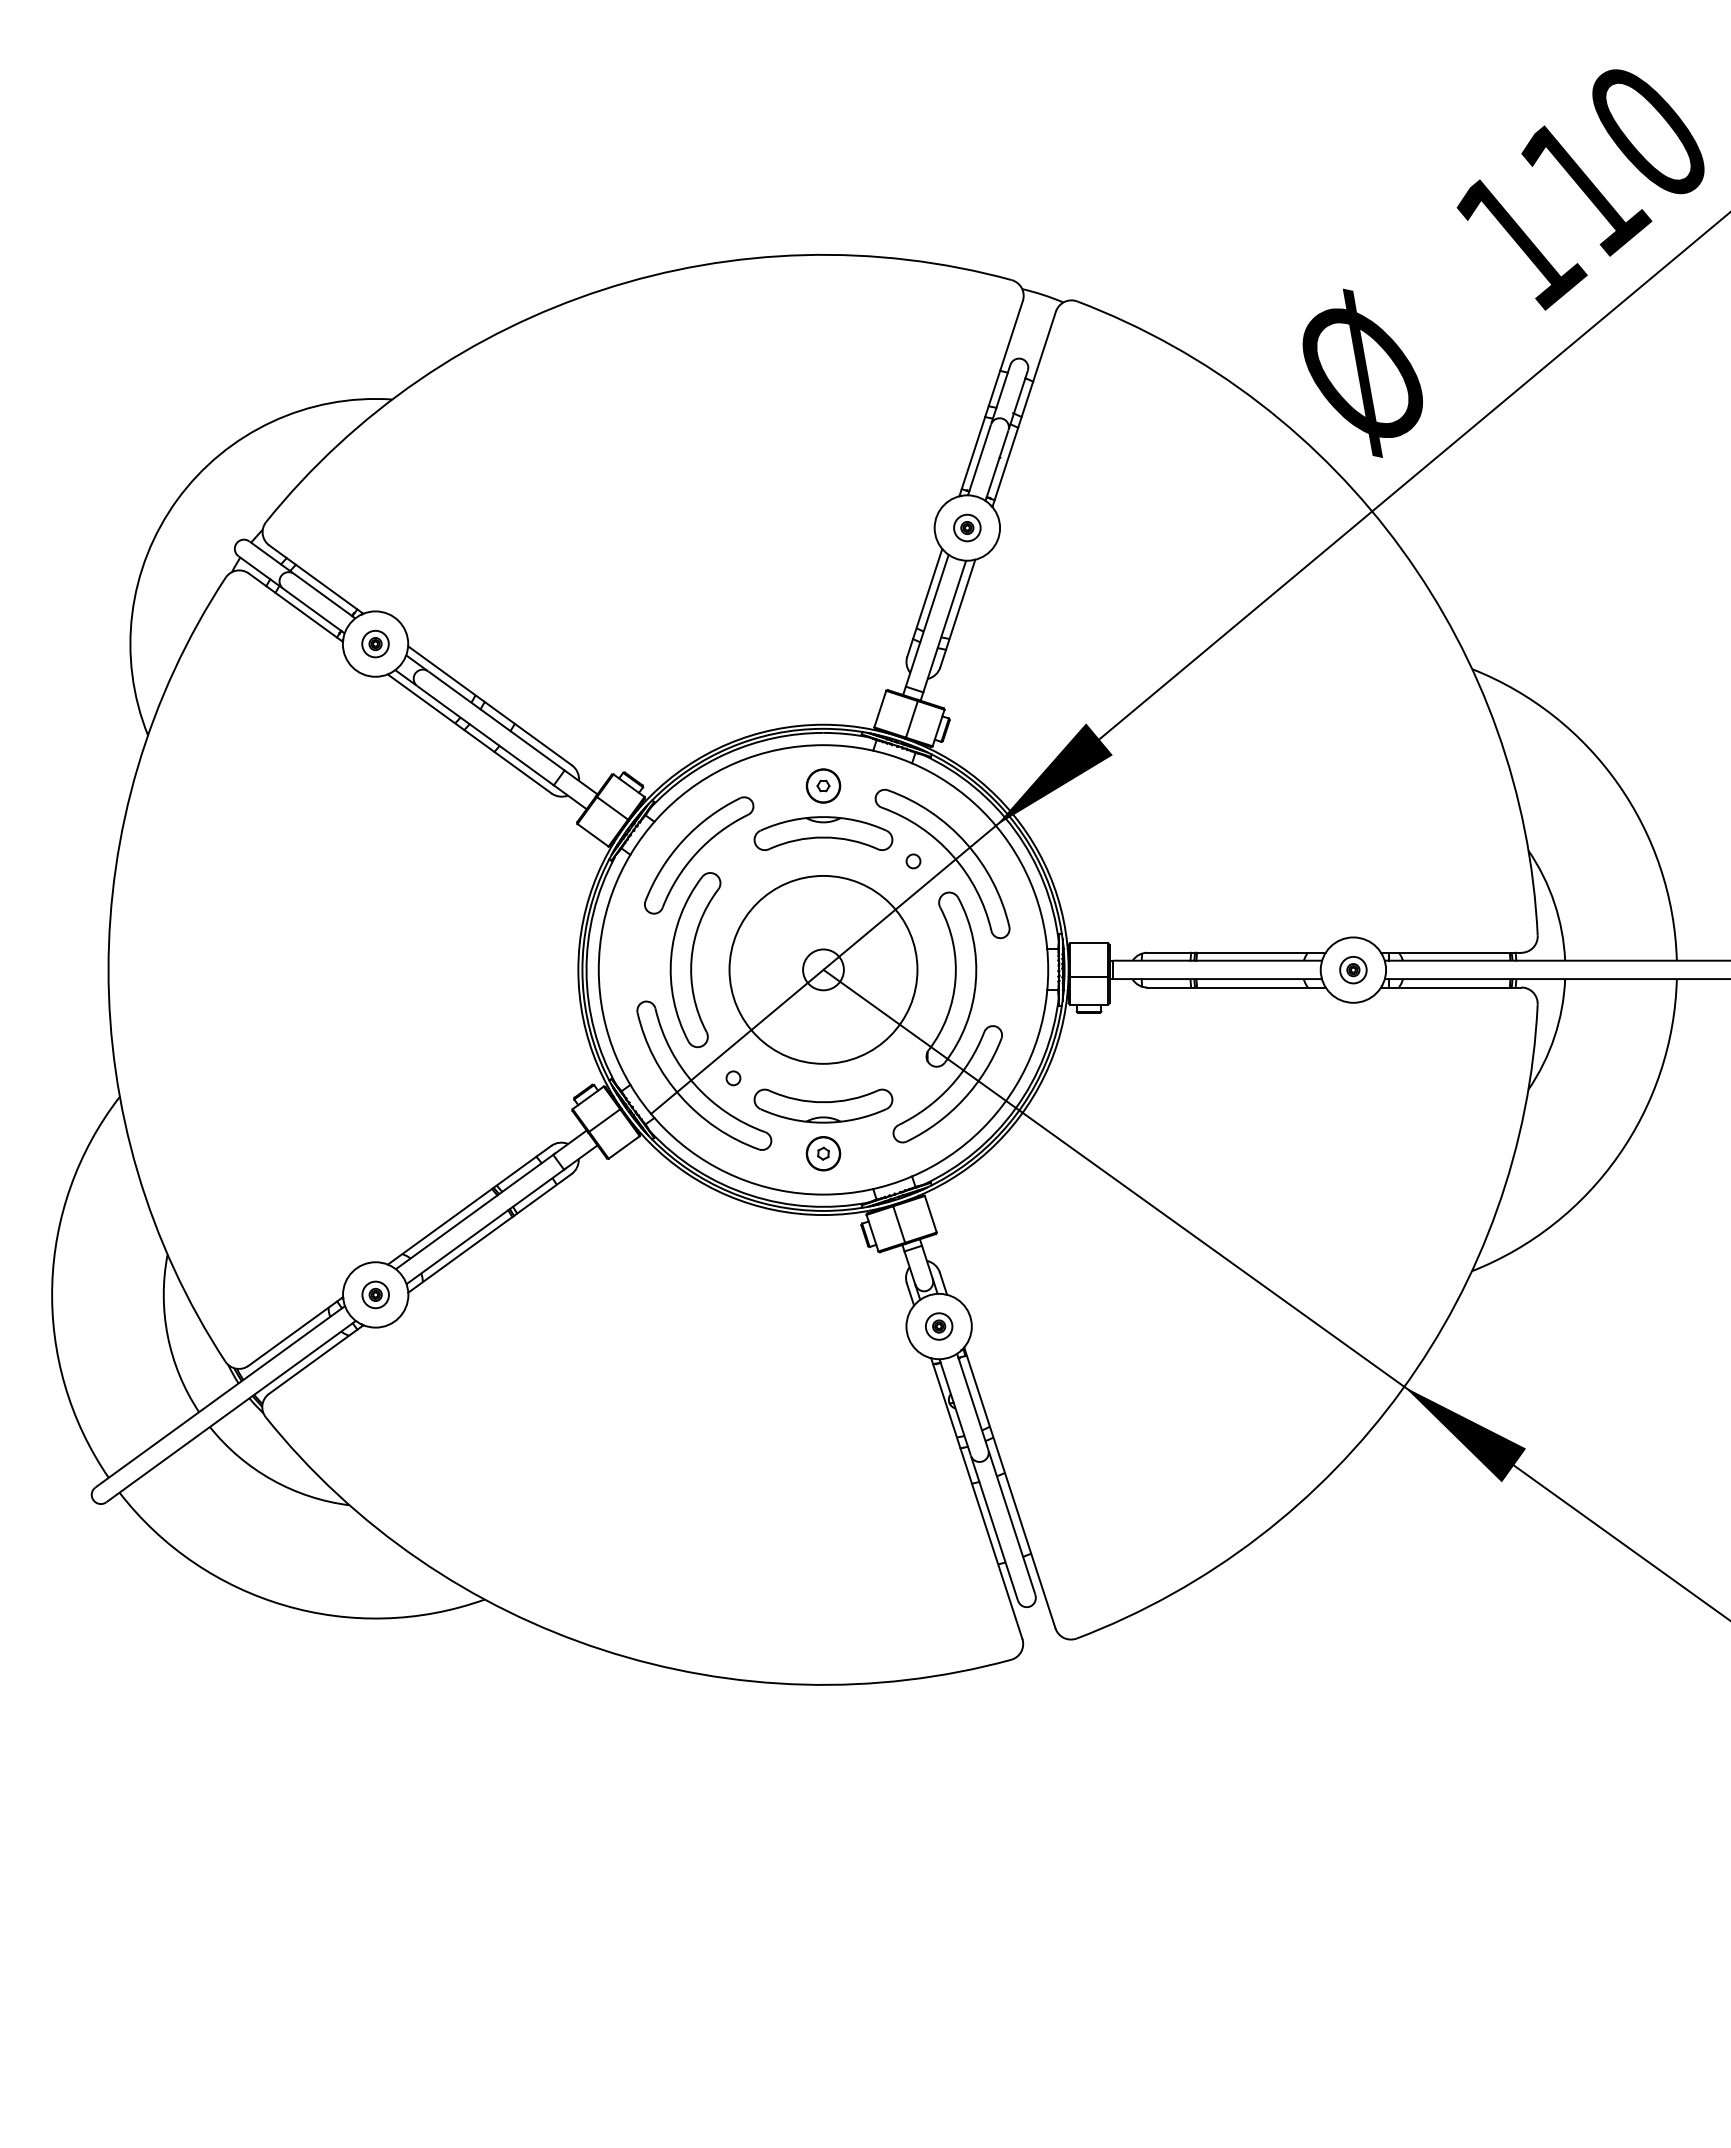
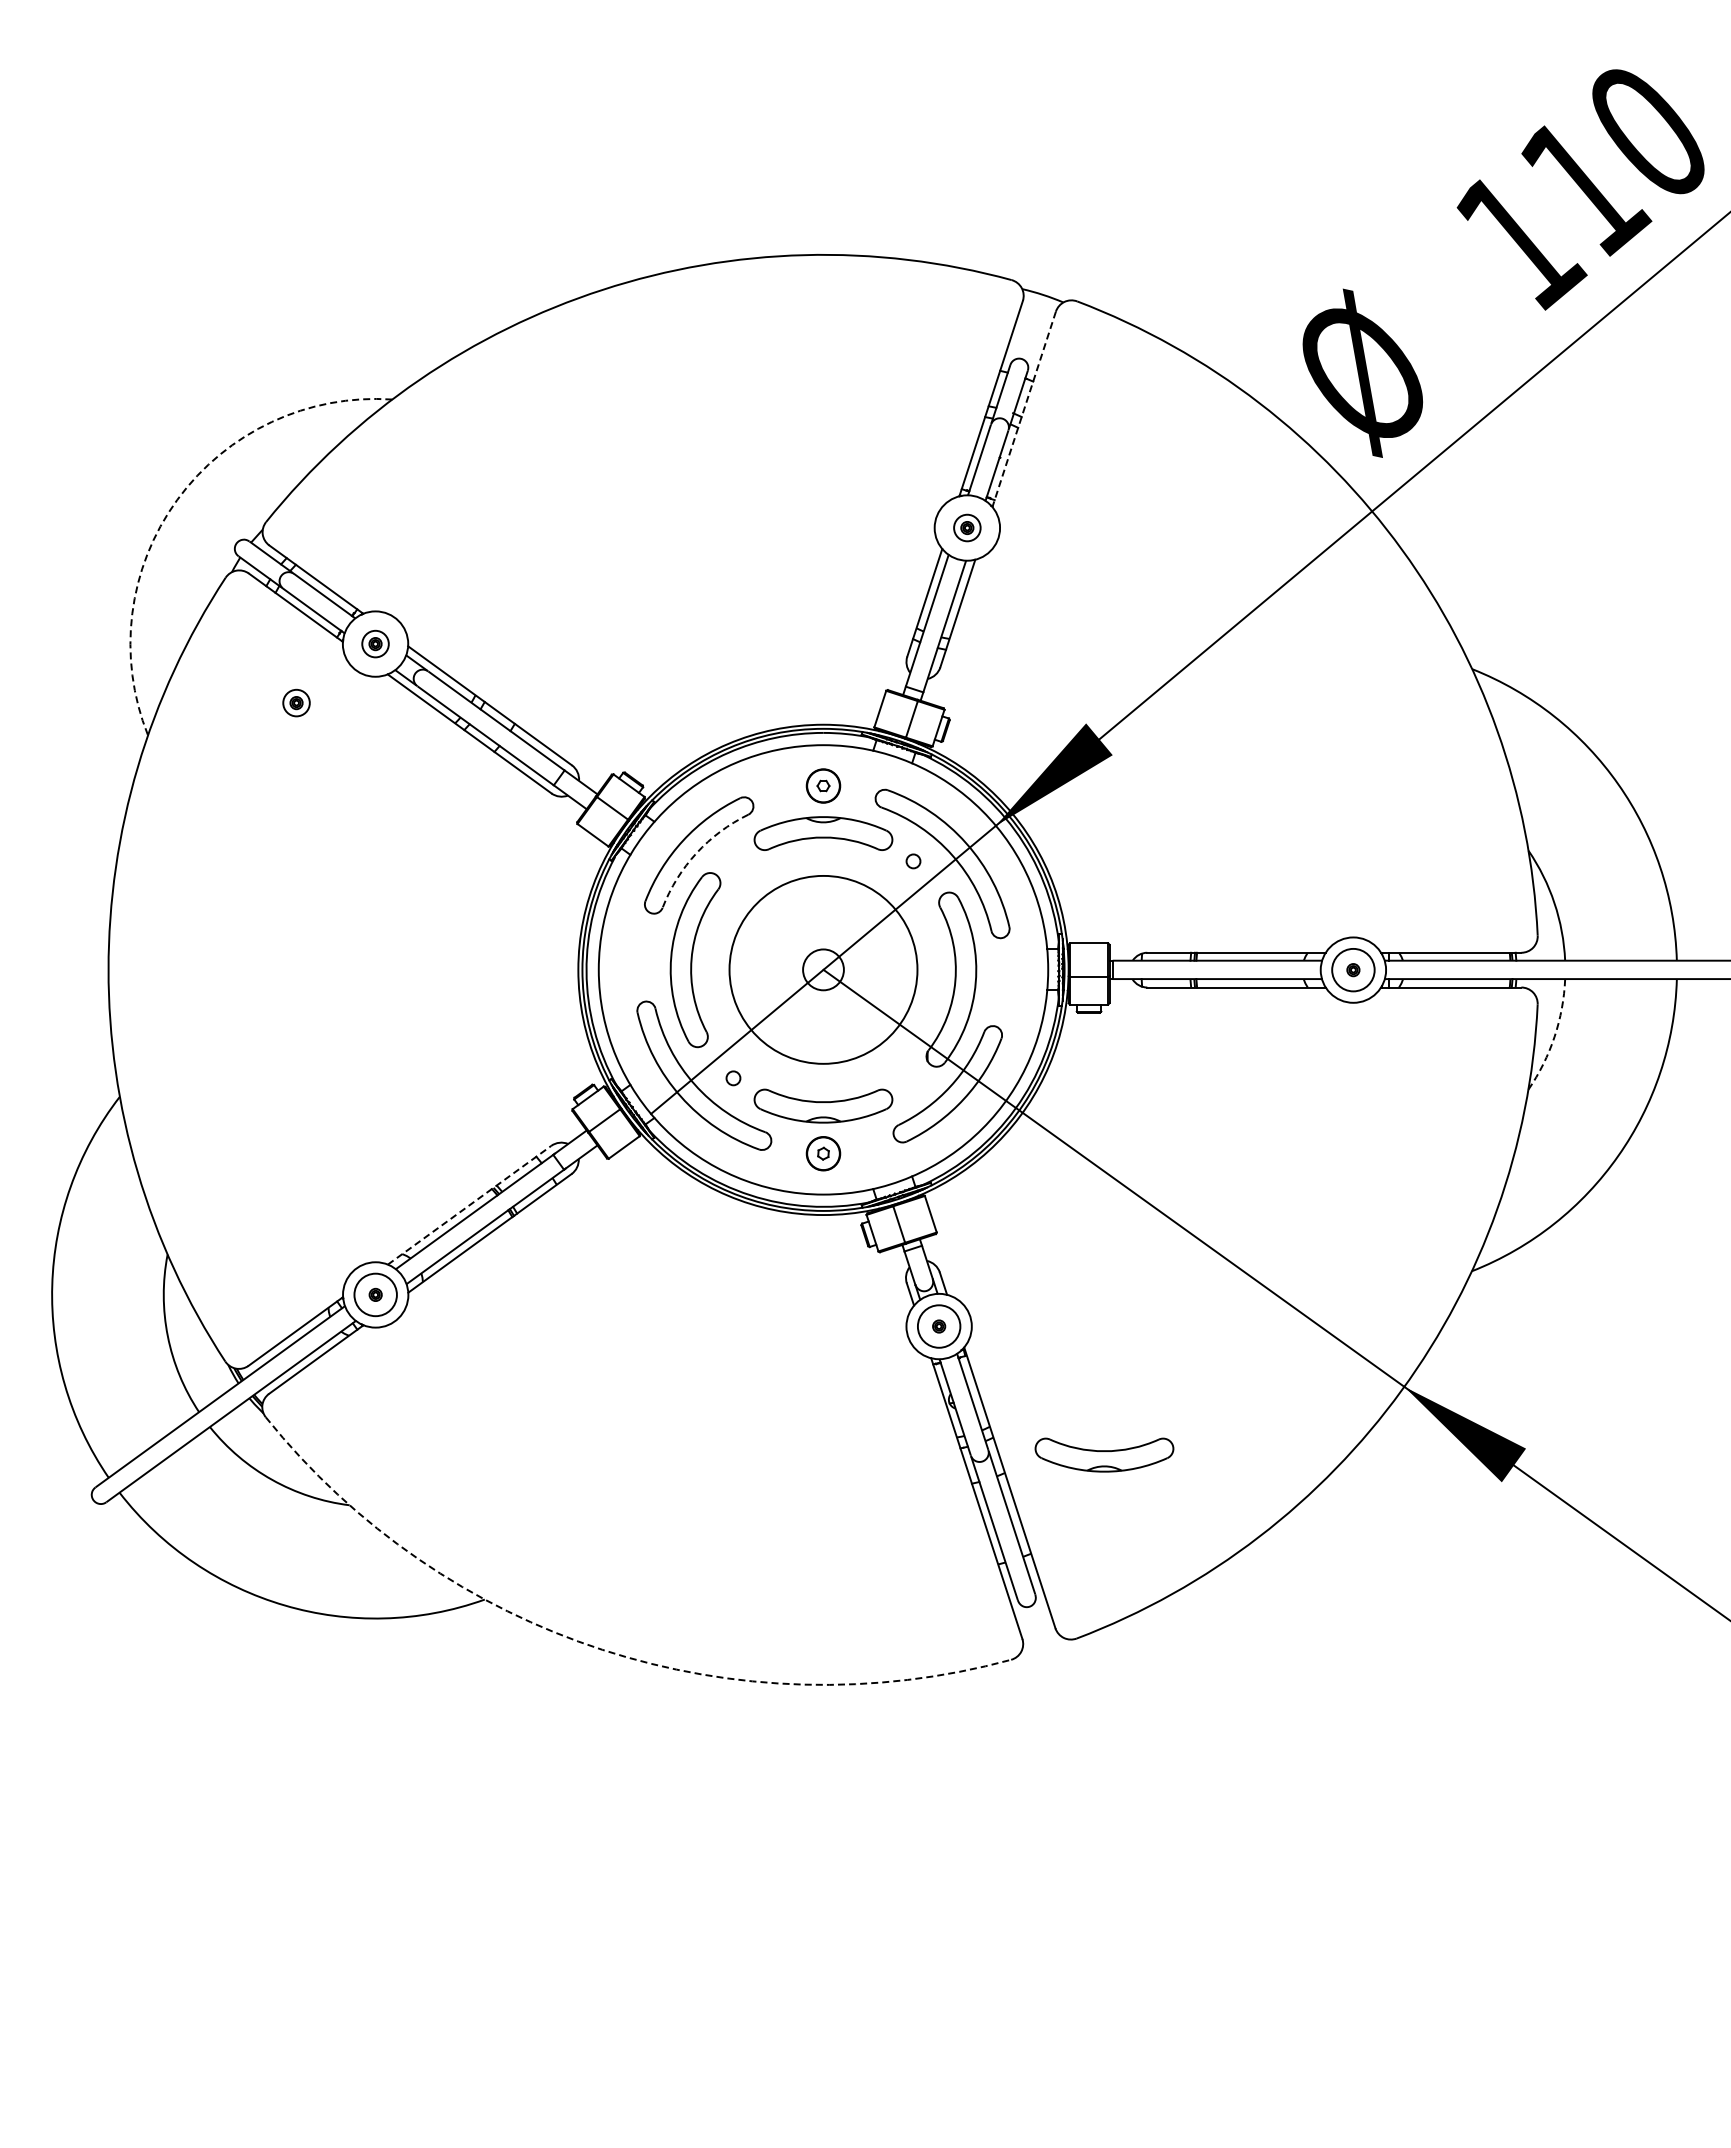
line at (1024, 409): solid -> dashed
arc at (177, 499): solid -> dashed
part at (296, 702): none -> present
arc at (696, 853): solid -> dashed
circle at (1353, 969) diameter: 27 px -> 42 px
arc at (1554, 1036): solid -> dashed
line at (469, 1205): solid -> dashed
circle at (375, 1294) diameter: 27 px -> 42 px
circle at (938, 1326) diameter: 27 px -> 42 px
part at (1104, 1454): none -> present
arc at (602, 1649): solid -> dashed
